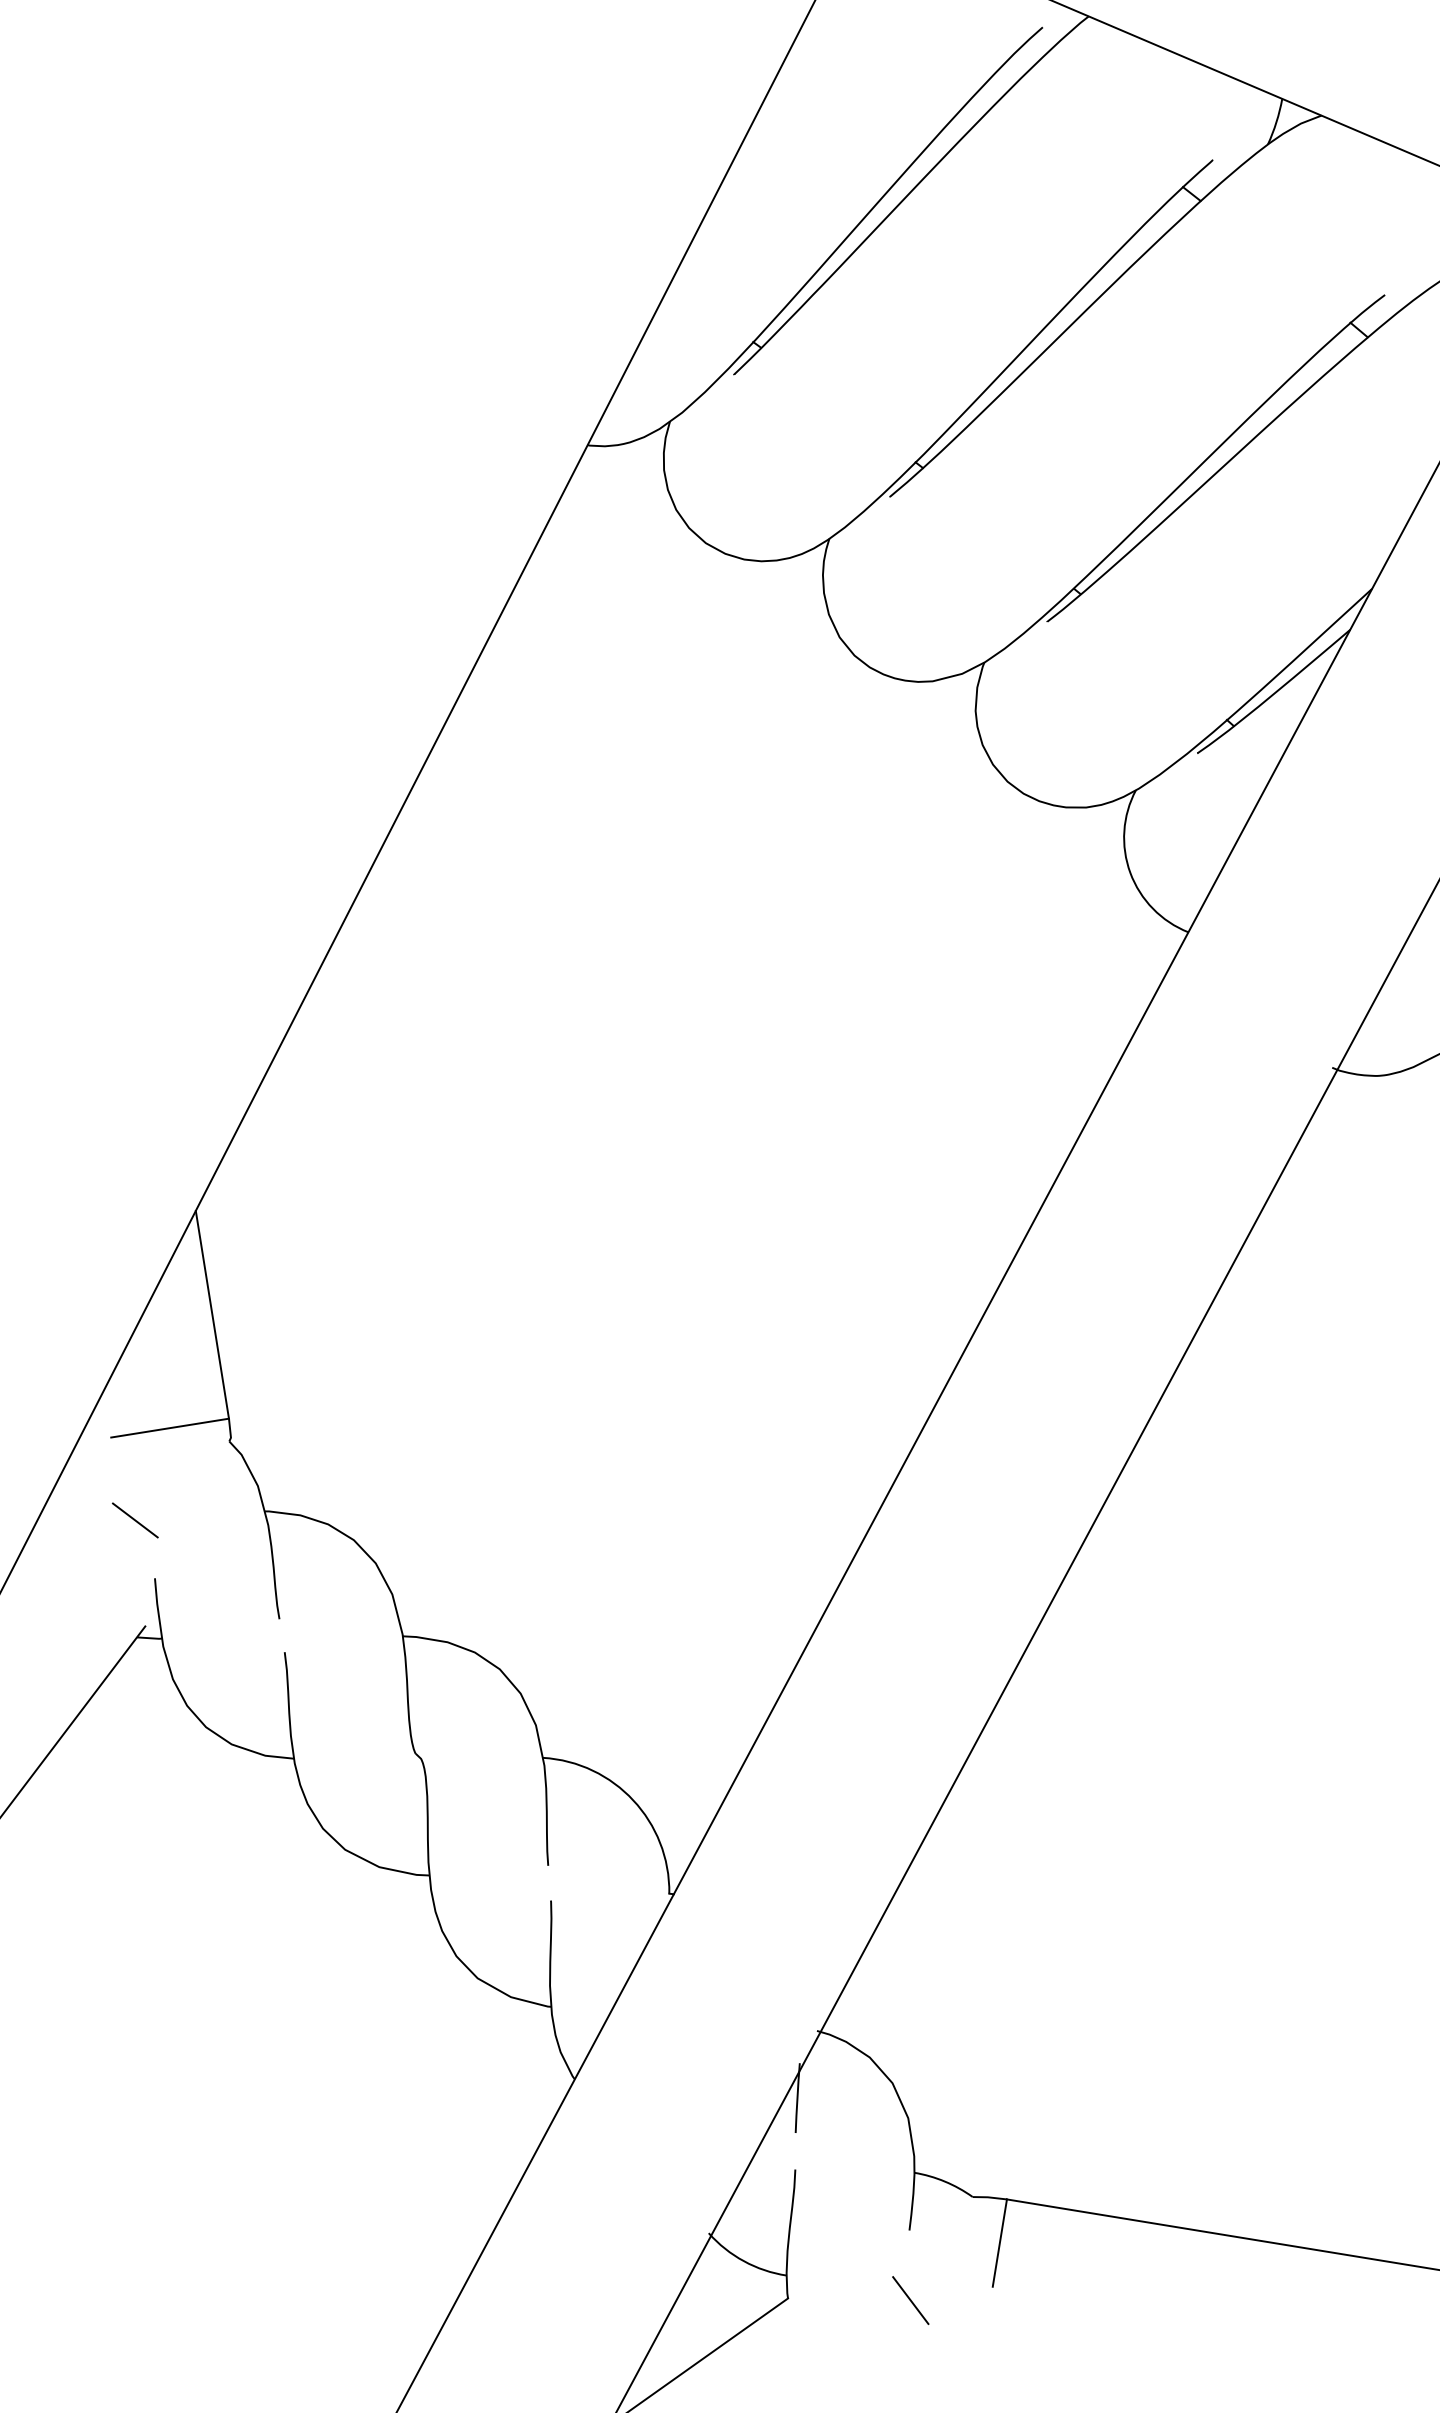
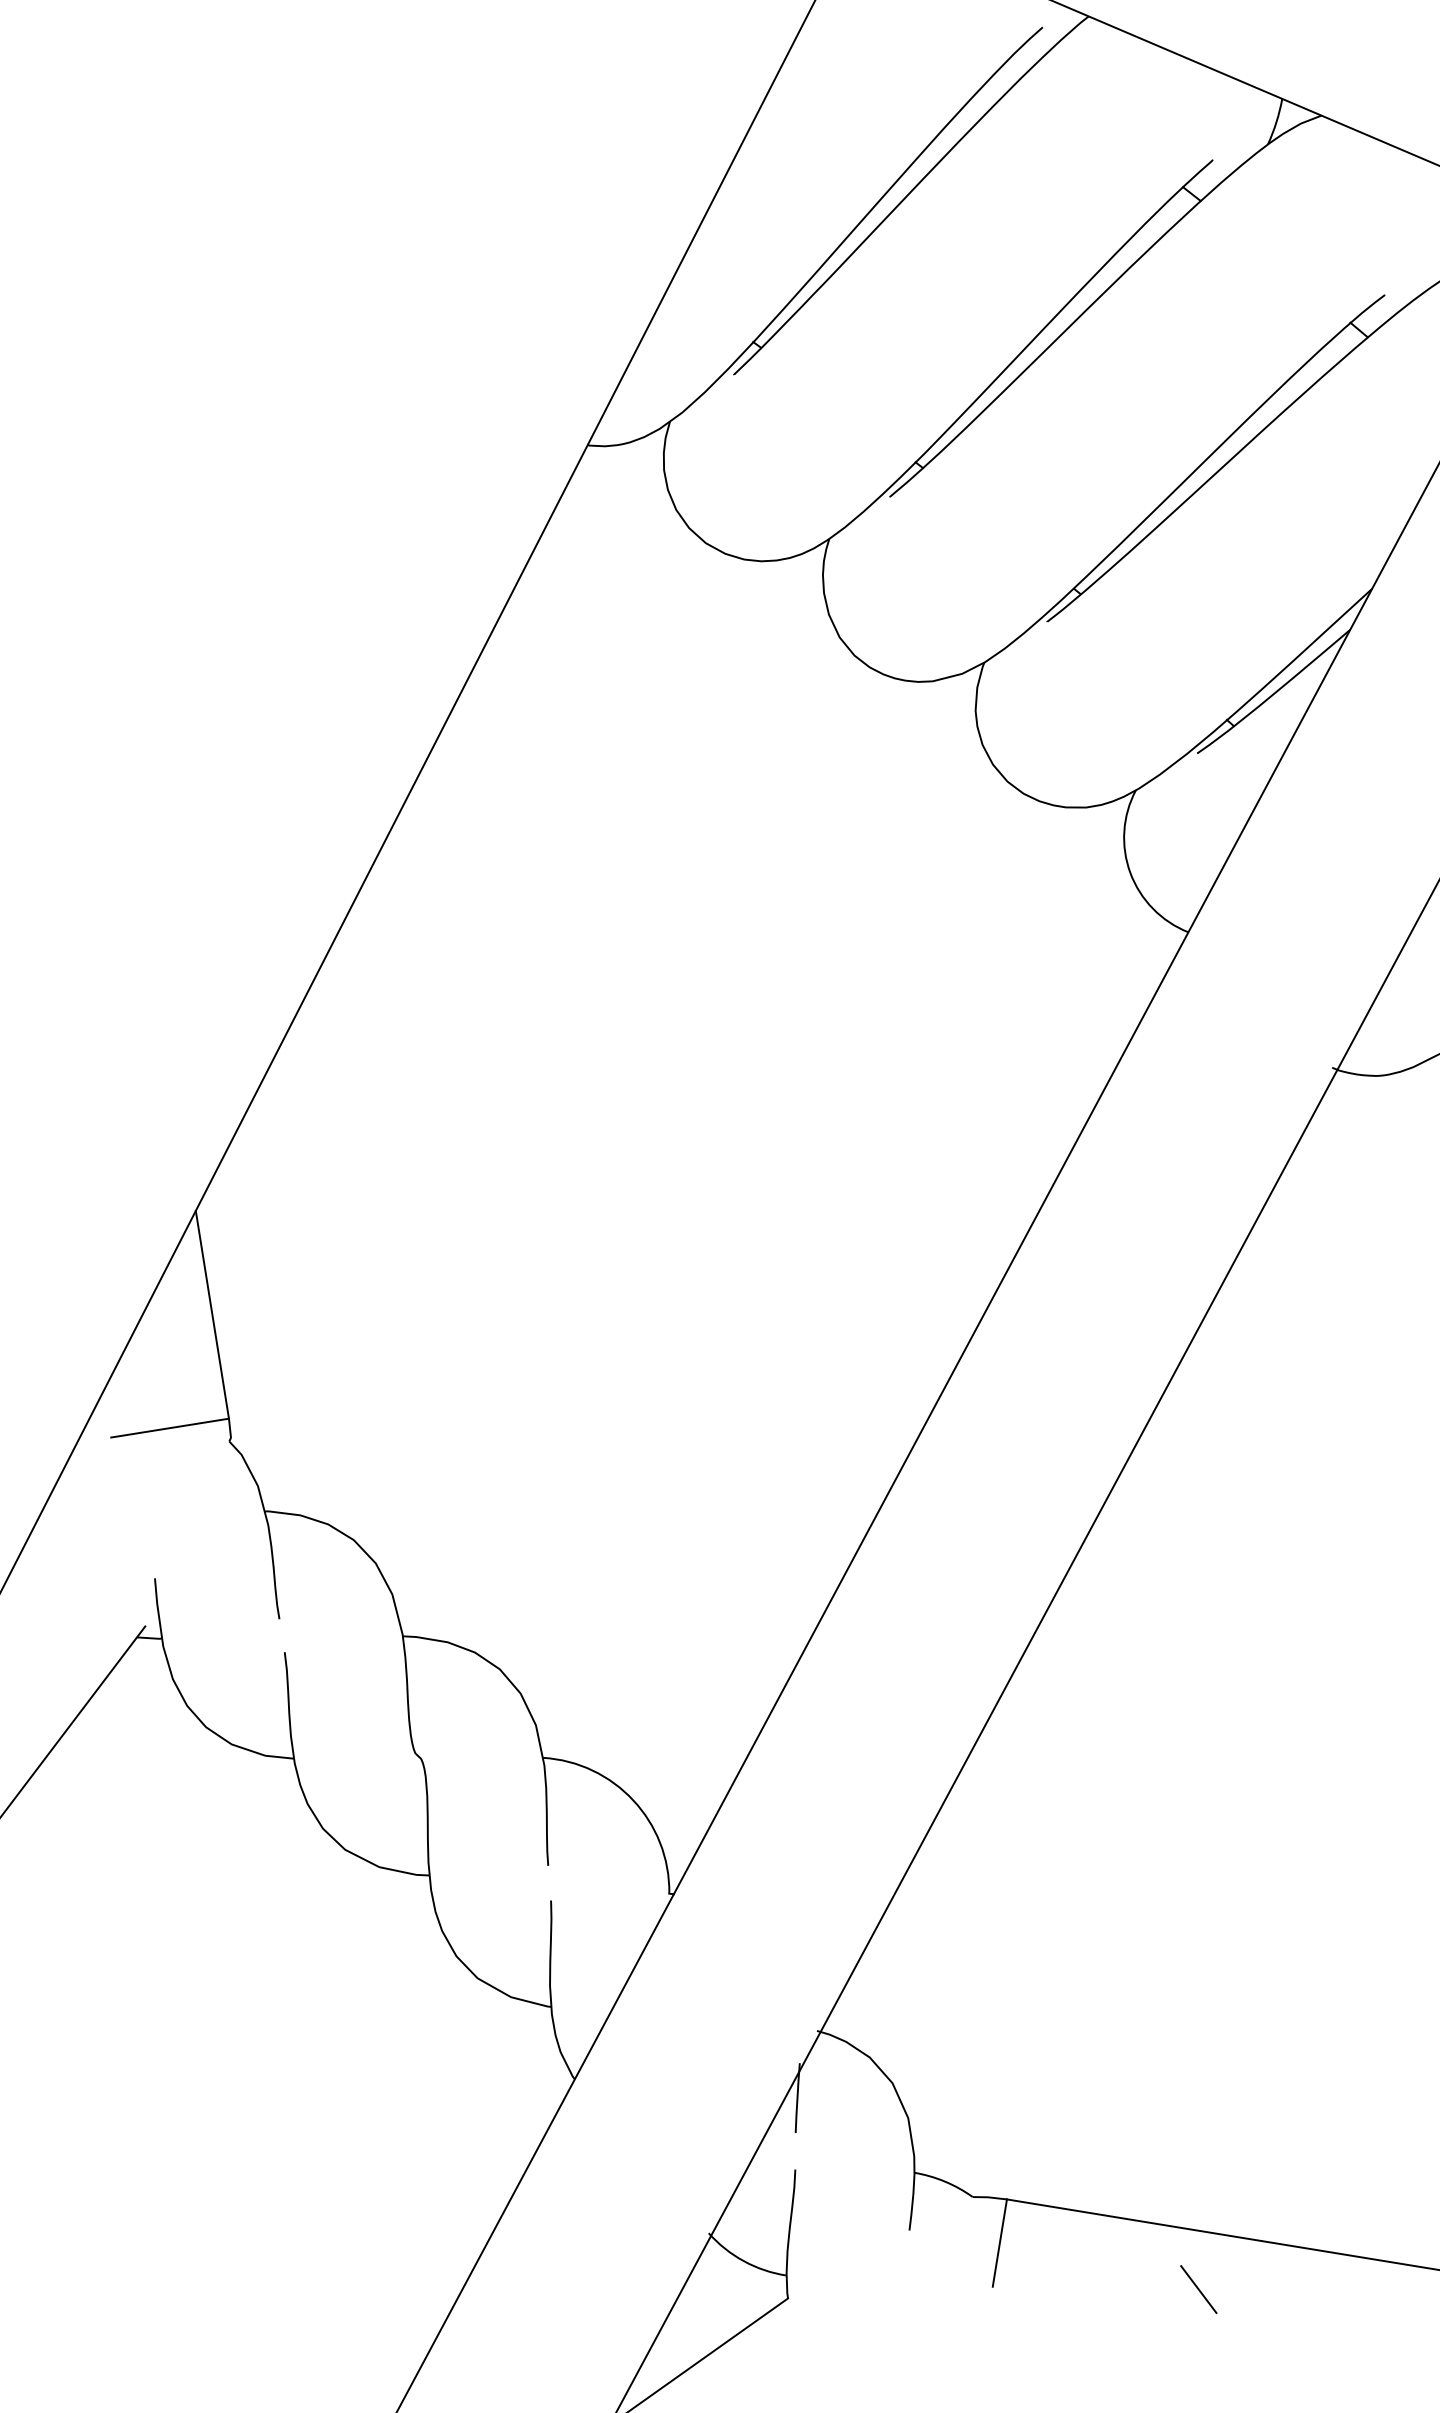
line at (135, 1520): present -> none
line at (910, 2300) position: (910, 2300) -> (1198, 2289)
